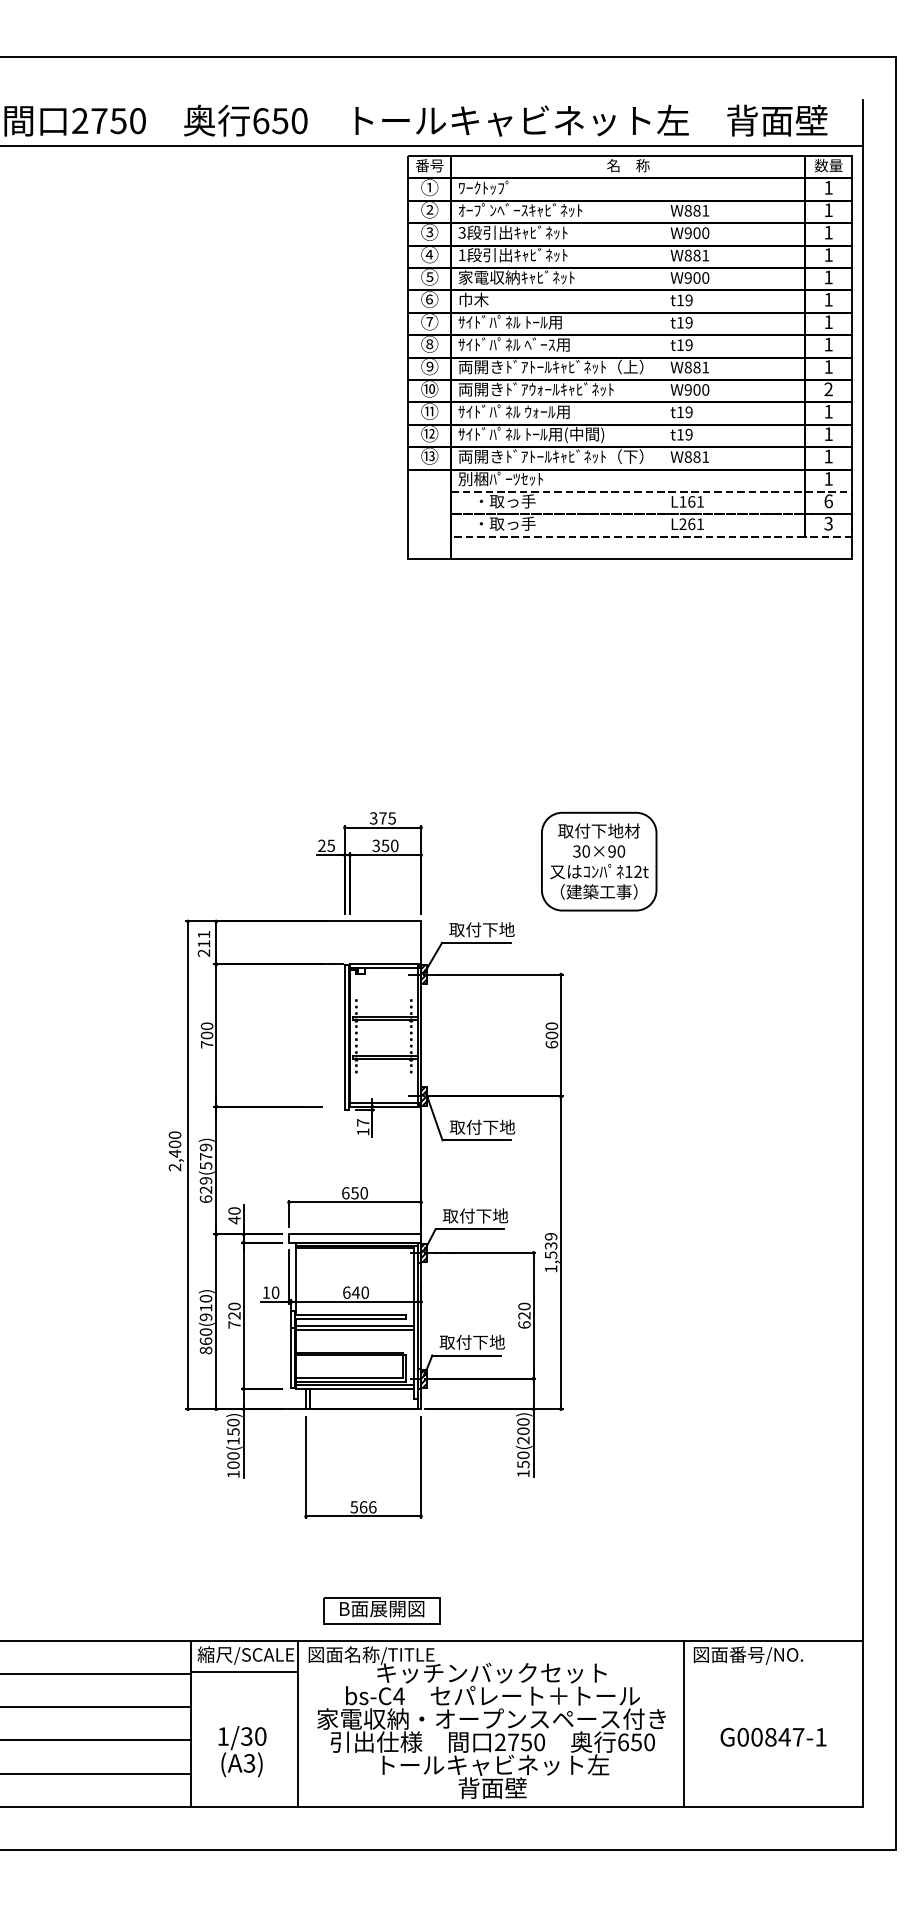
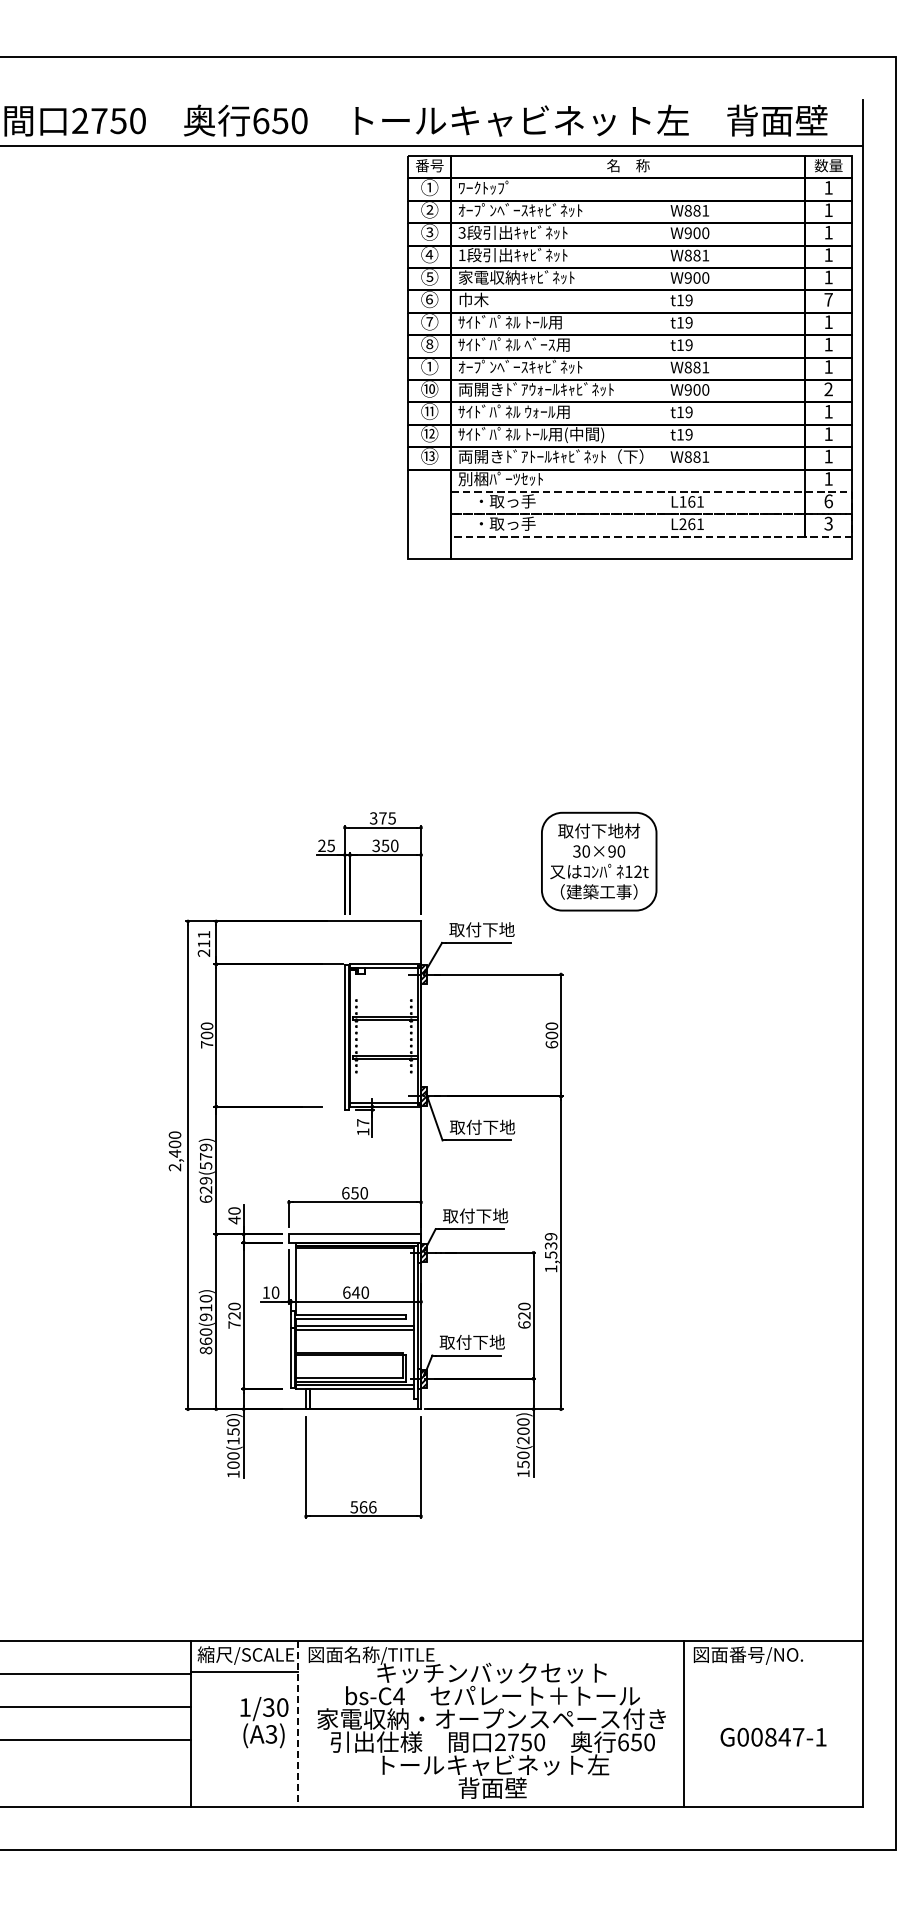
text at (828, 299): 1 -> 7
text at (429, 366): ⑨ -> ①
text at (550, 366): 両開きﾄﾞｱﾄｰﾙｷｬﾋﾞﾈｯﾄ（上） -> ｵｰﾌﾟﾝﾍﾞｰｽｷｬﾋﾞﾈｯﾄ
part at (381, 1610): present -> none
line at (297, 1724): solid -> dashed
text at (242, 1751) position: (242, 1751) -> (264, 1722)
line at (96, 1773): present -> none
